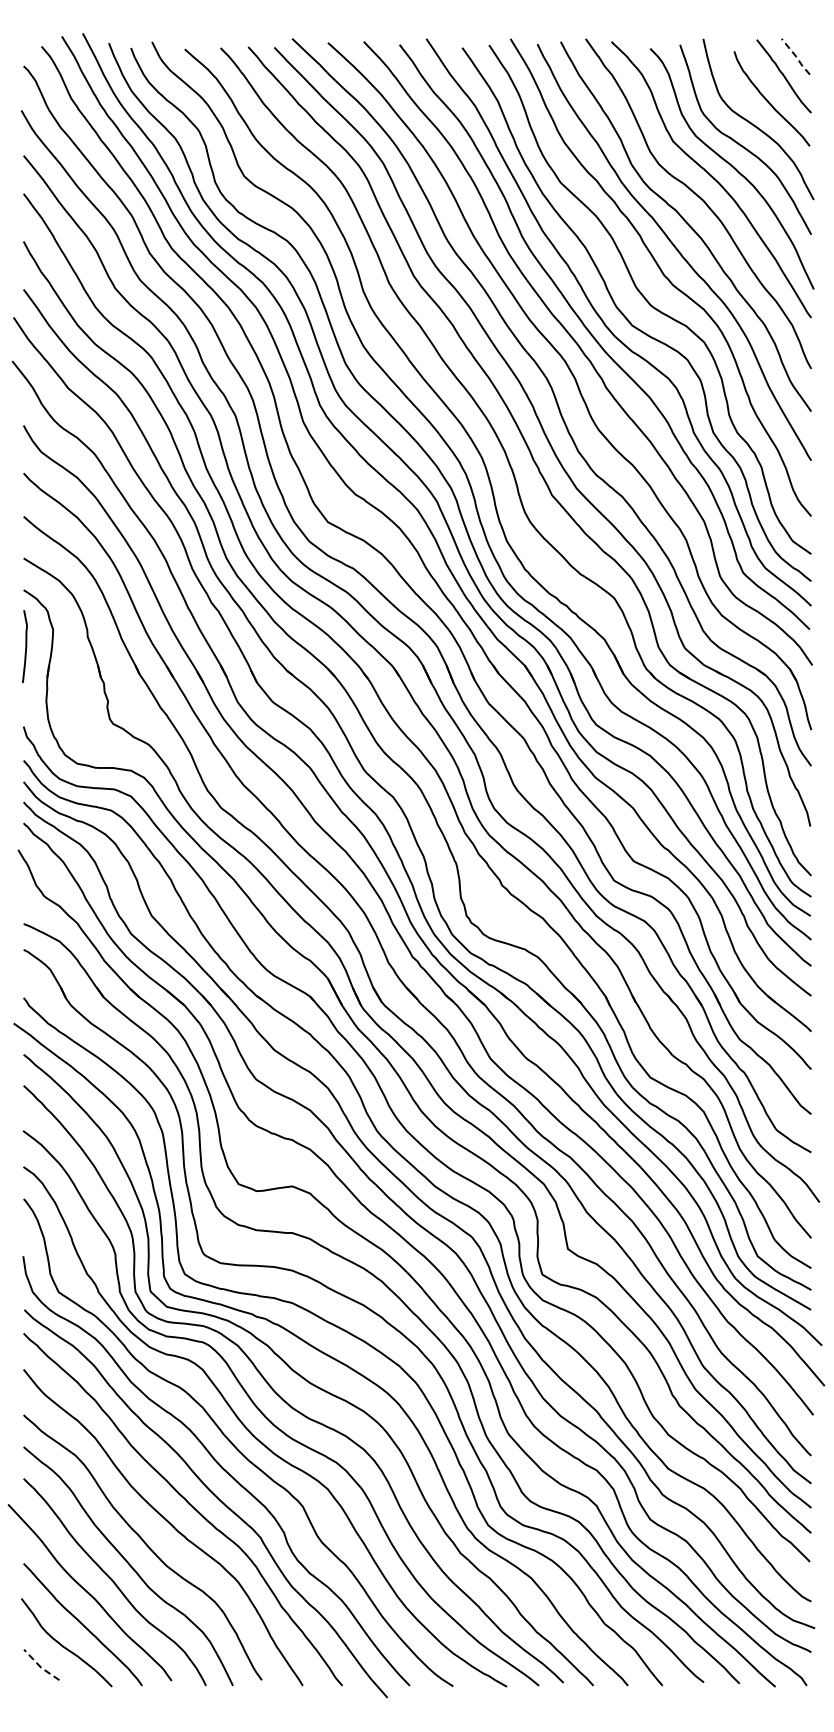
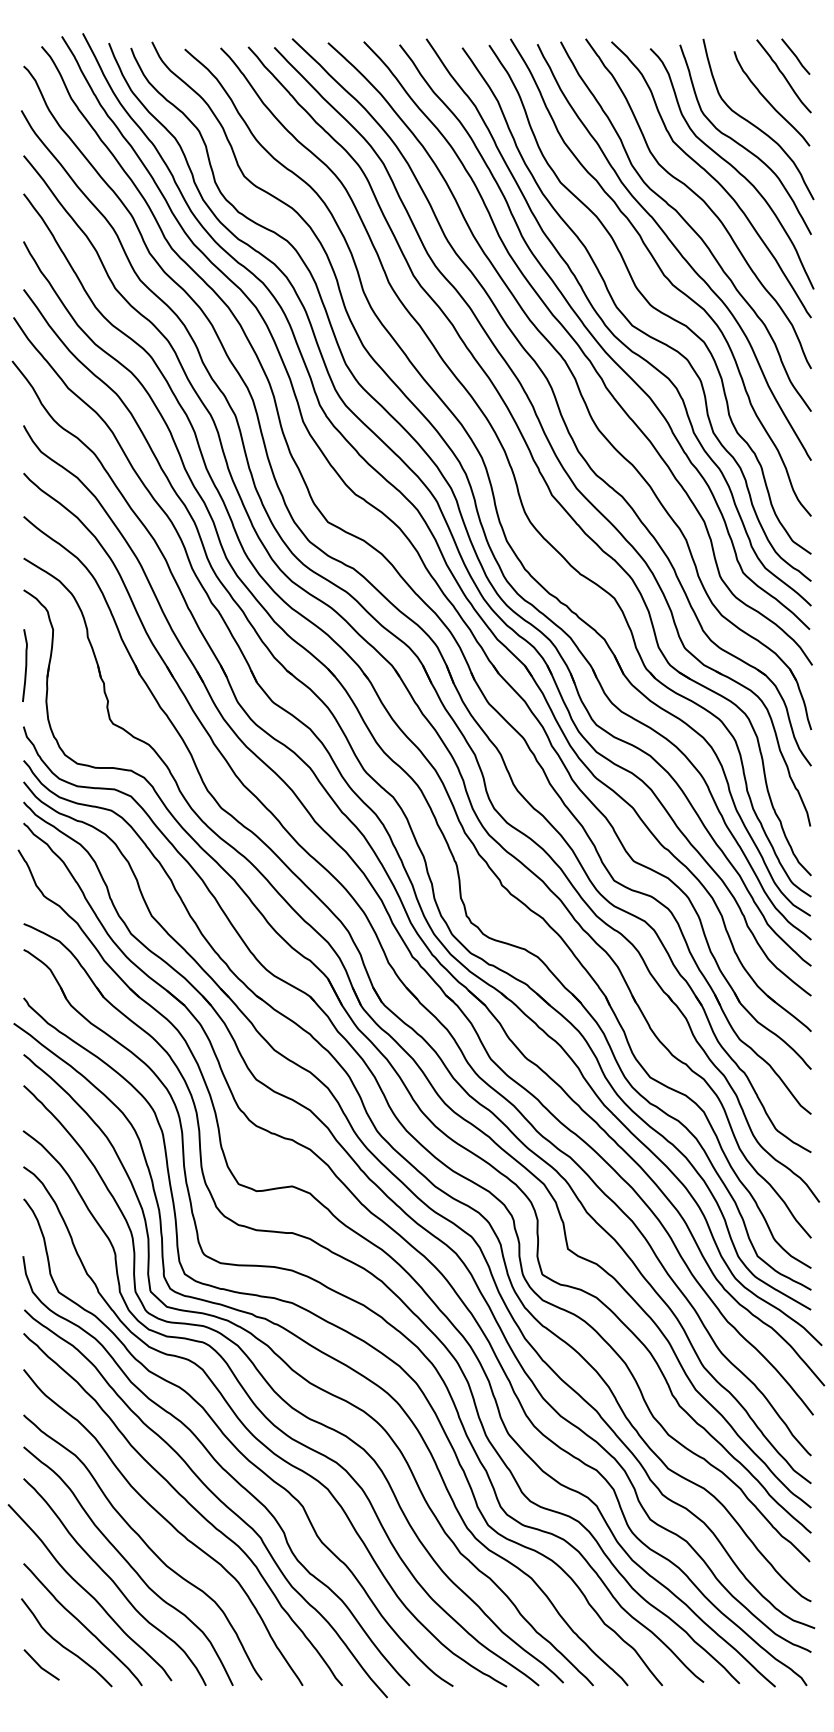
line at (796, 56): dashed -> solid
curve at (25, 646) position: (25, 646) -> (25, 665)
line at (40, 1666): dashed -> solid
